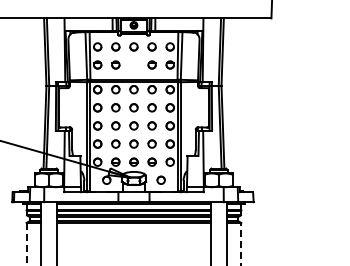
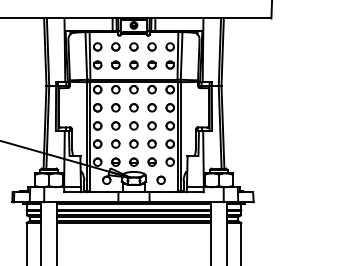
part at (133, 64): none -> present
line at (241, 243): dashed -> solid
line at (26, 244): dashed -> solid
